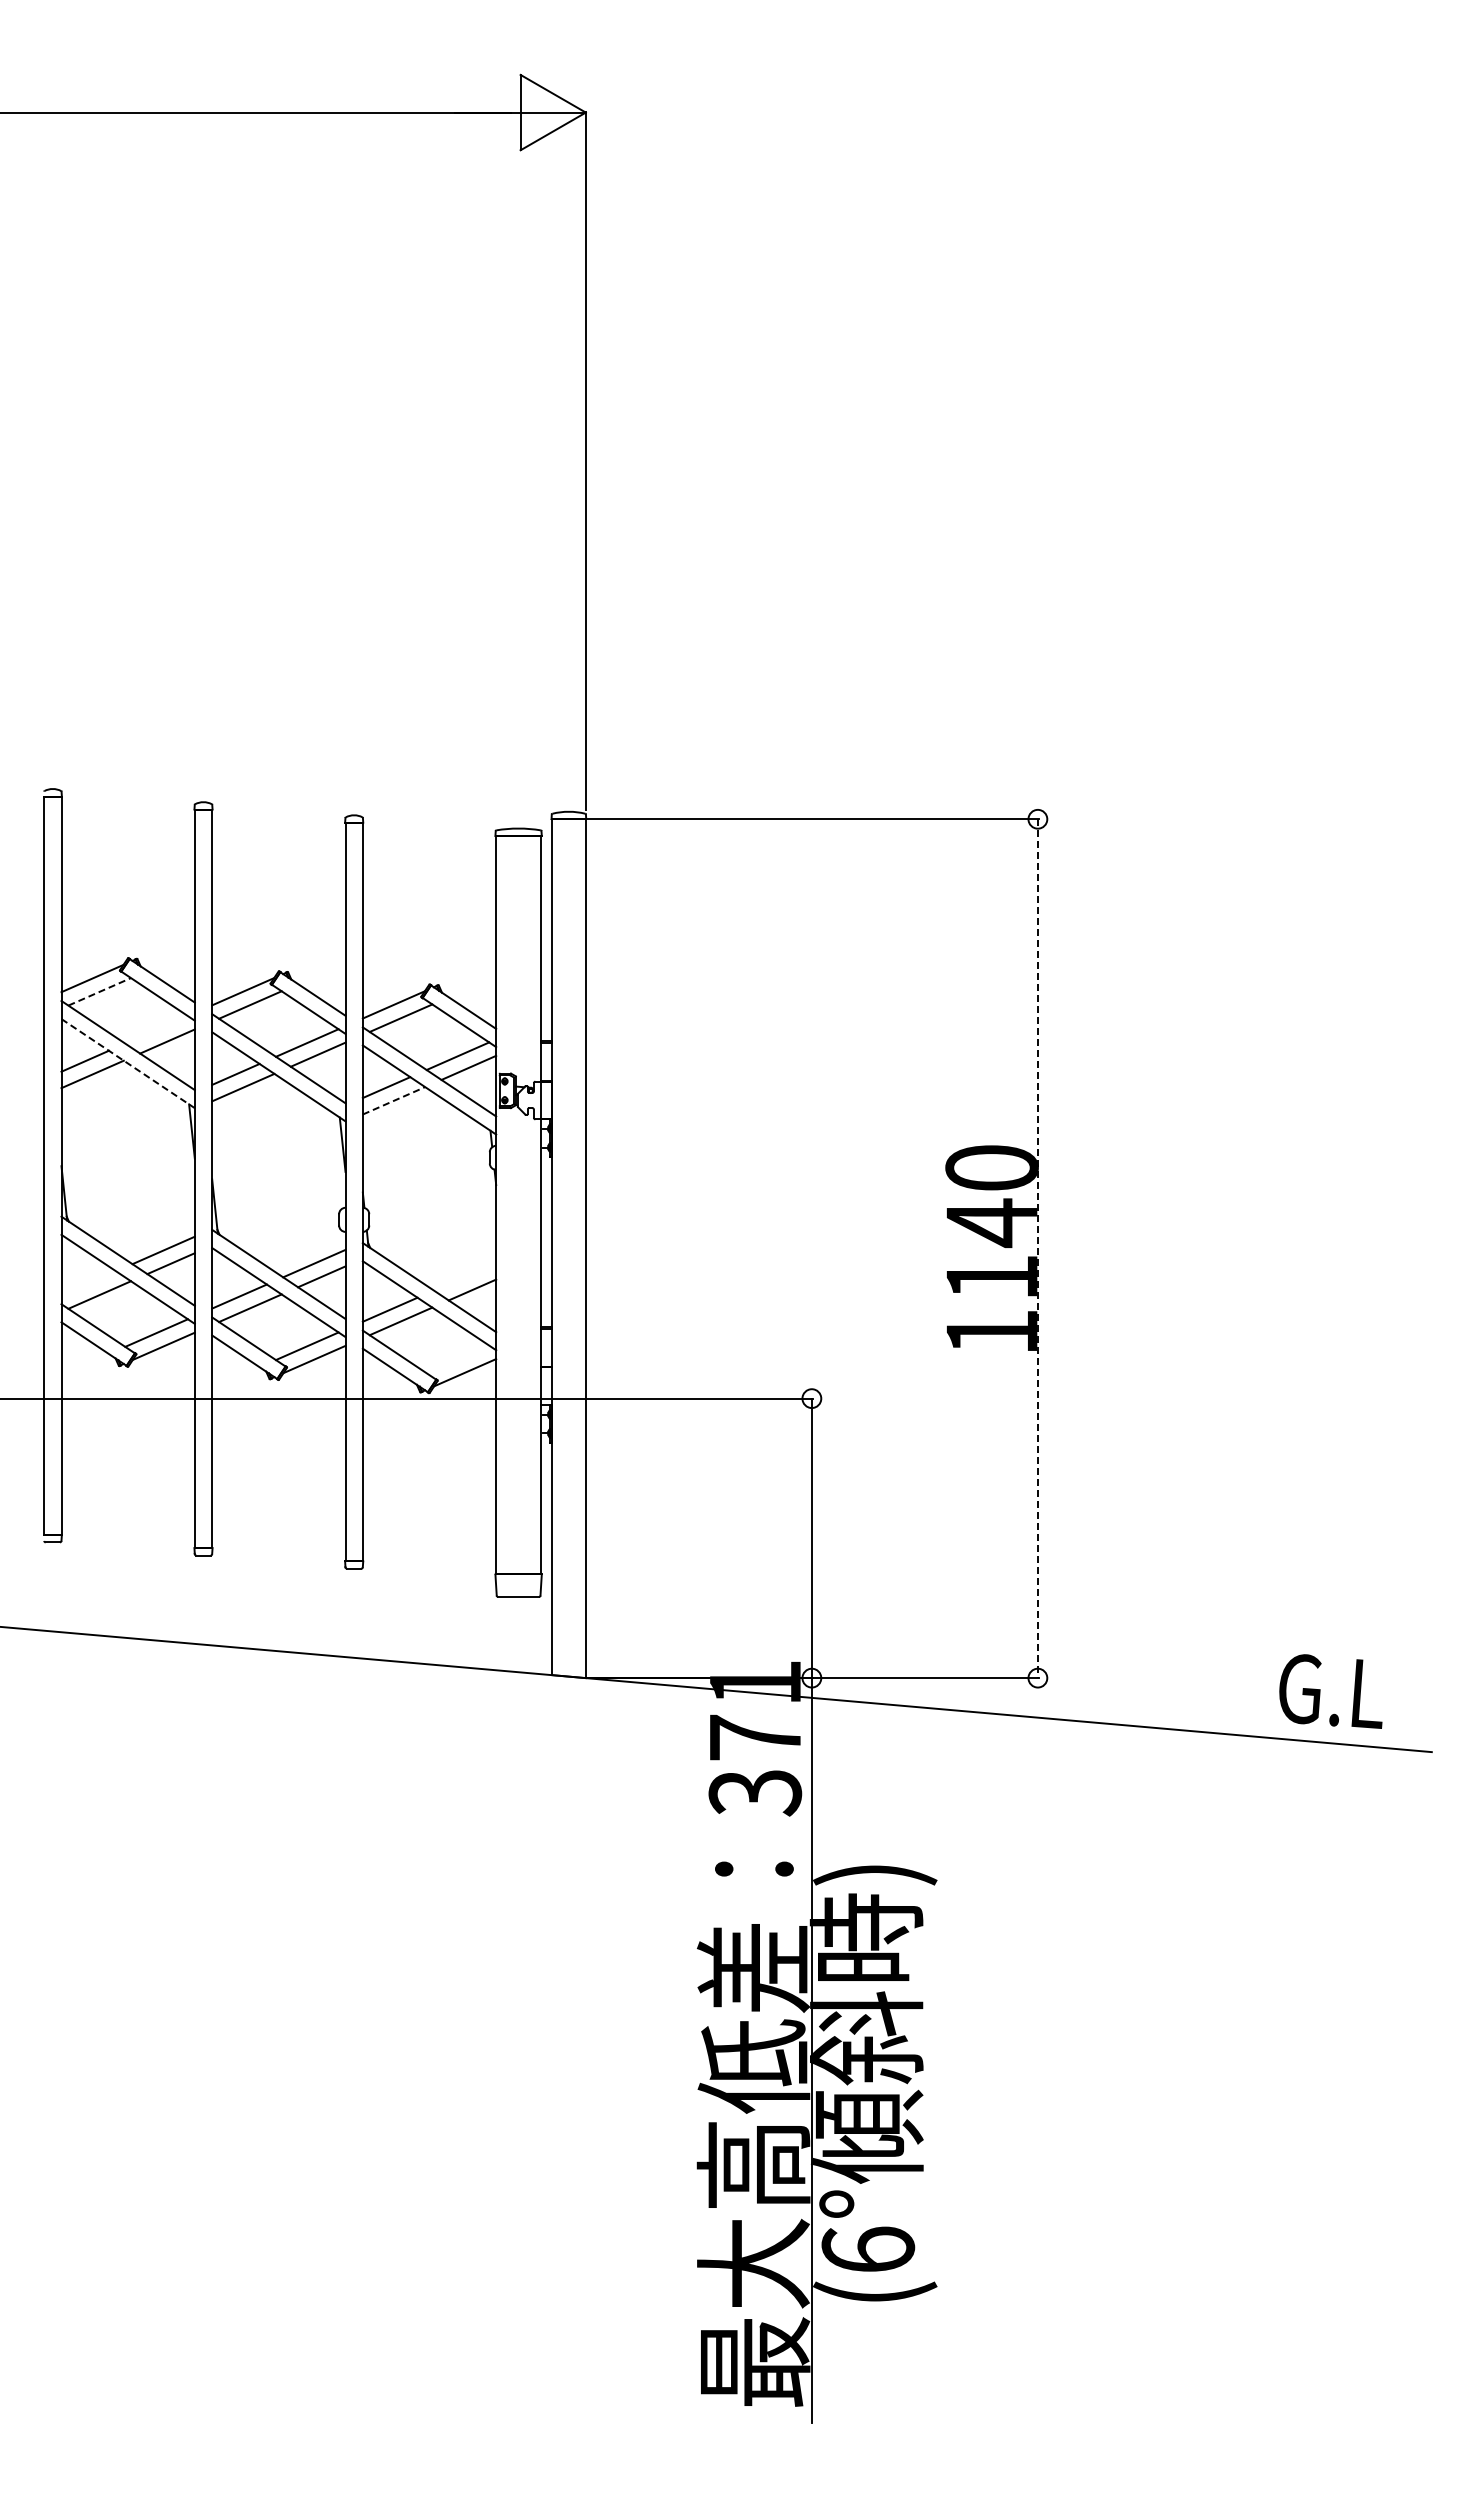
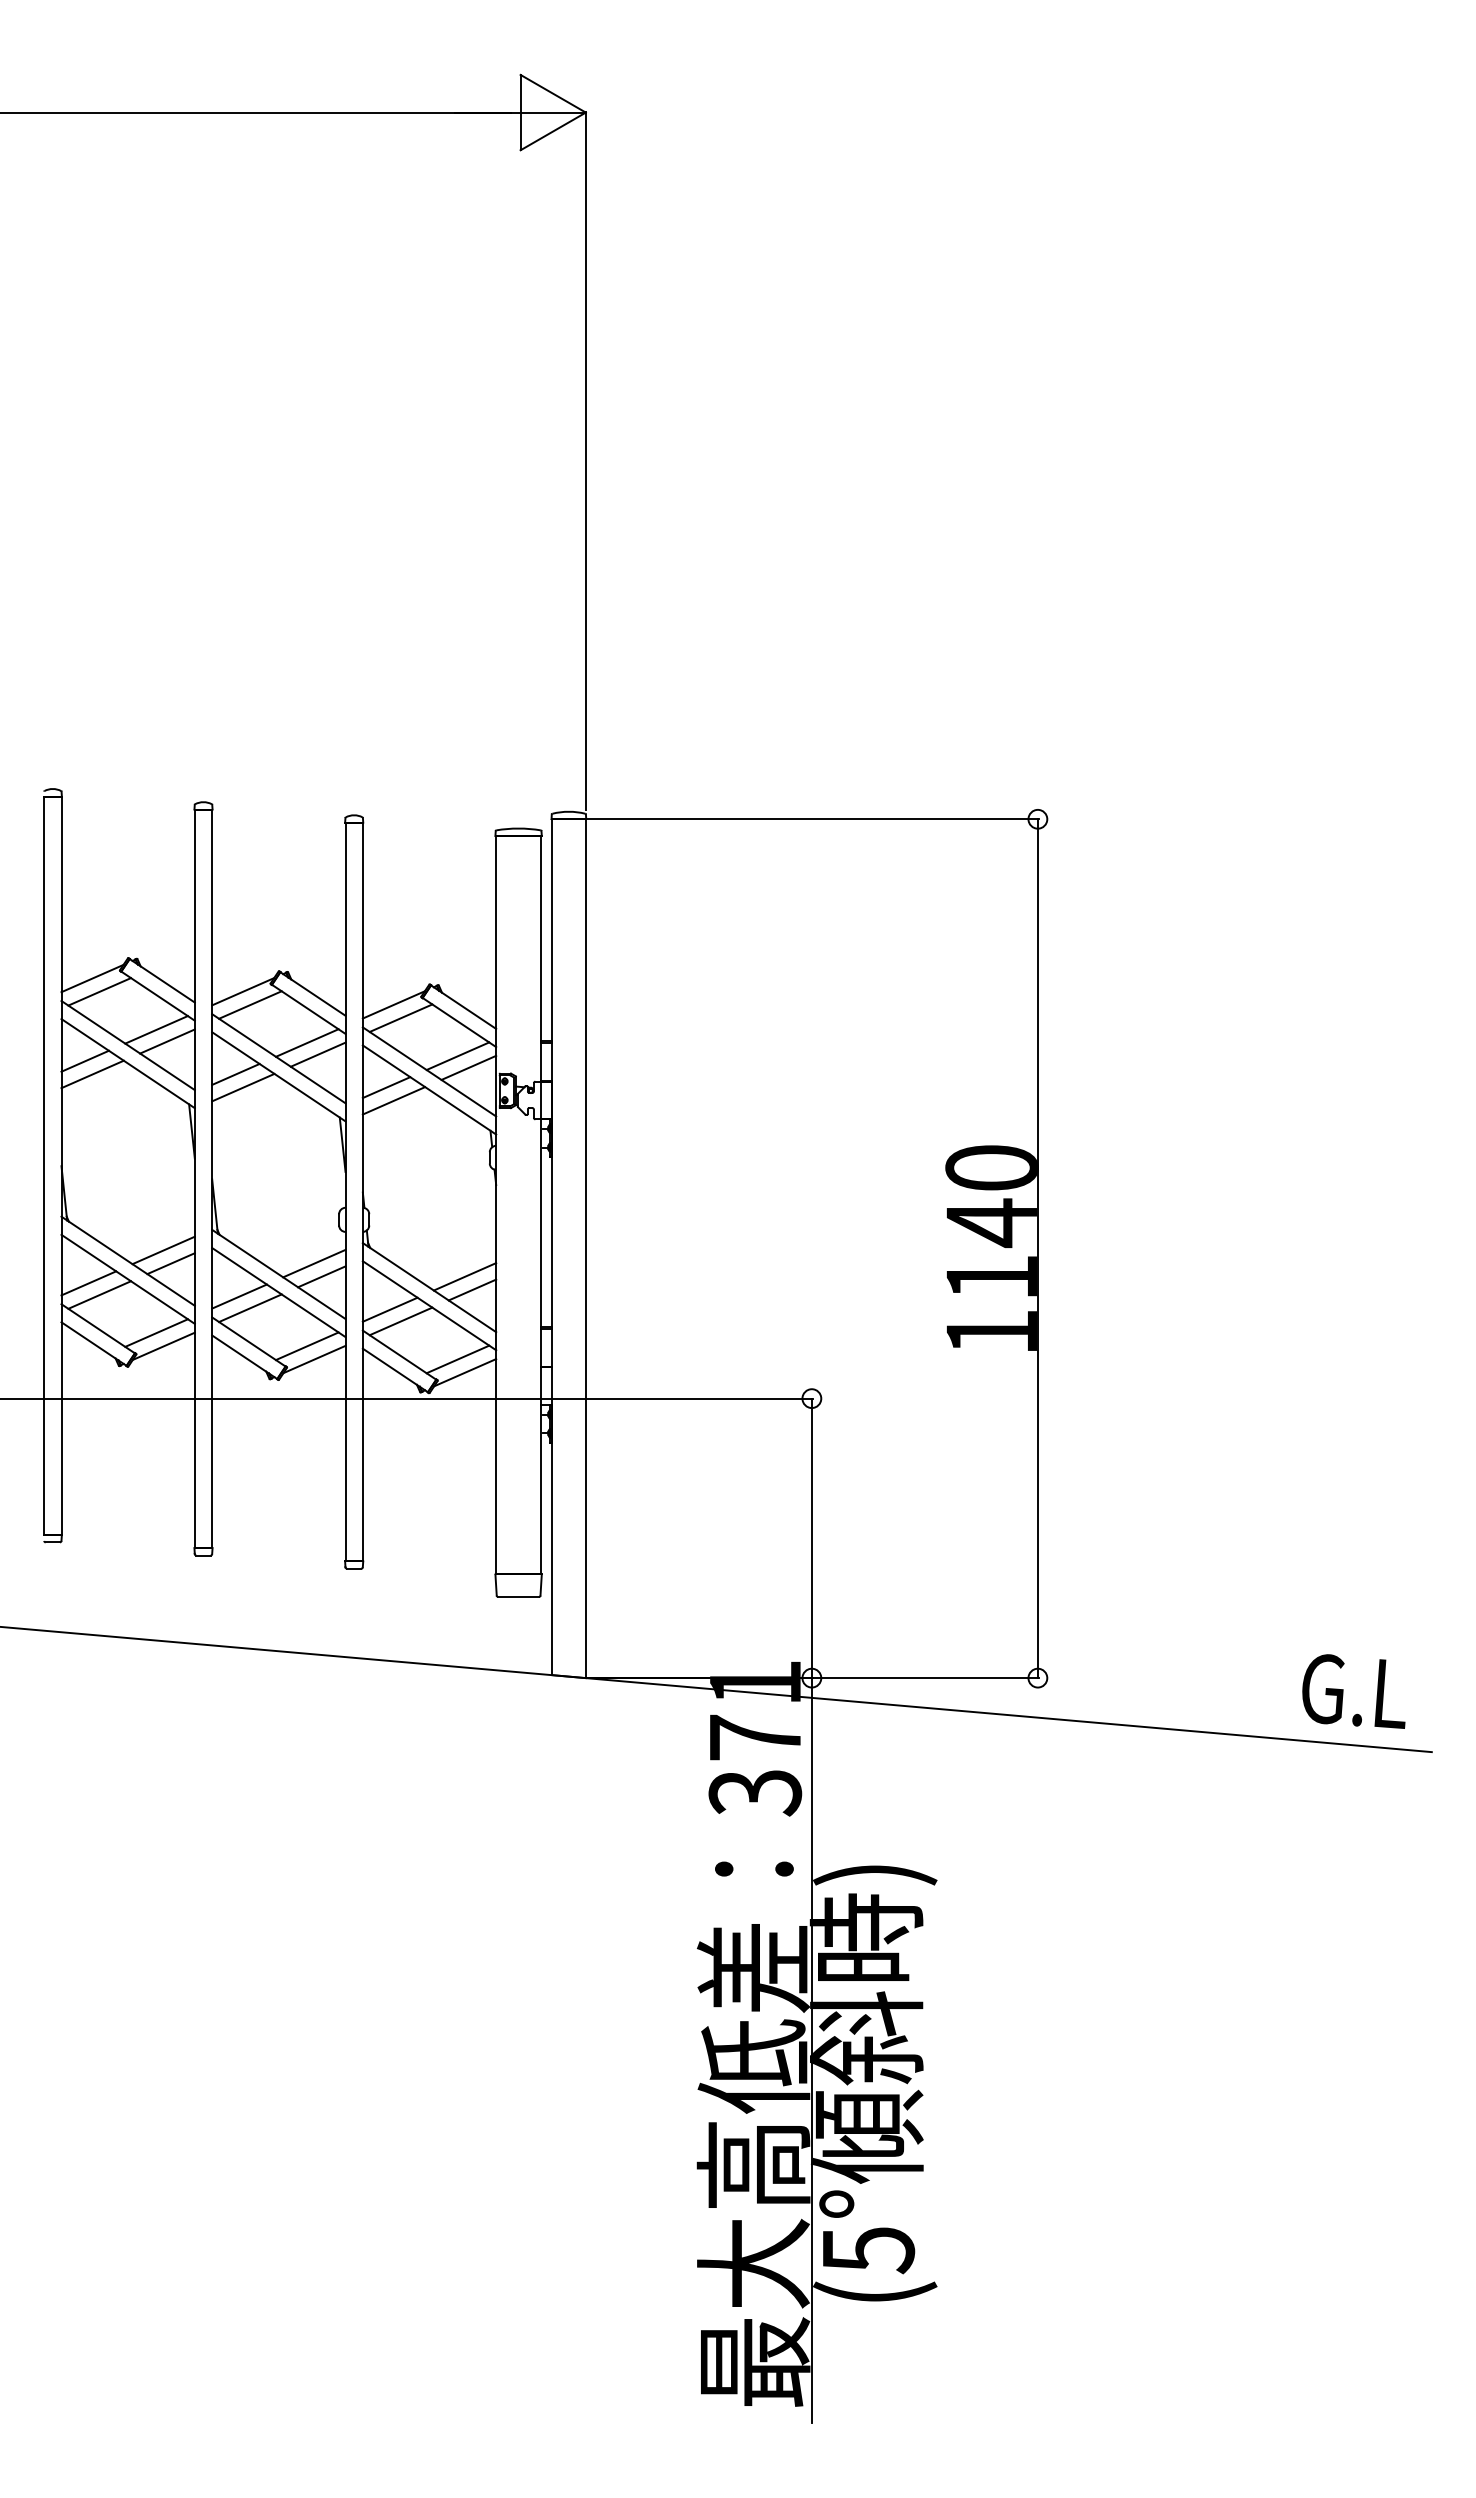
line at (100, 991): dashed -> solid
line at (156, 1029): none -> present
line at (128, 1063): dashed -> solid
line at (394, 1100): dashed -> solid
line at (1037, 1249): dashed -> solid
line at (464, 1276): none -> present
line at (88, 1283): none -> present
line at (457, 1359): none -> present
text at (1330, 1691) position: (1330, 1691) -> (1353, 1691)
text at (868, 2250): (6° -> (5°
